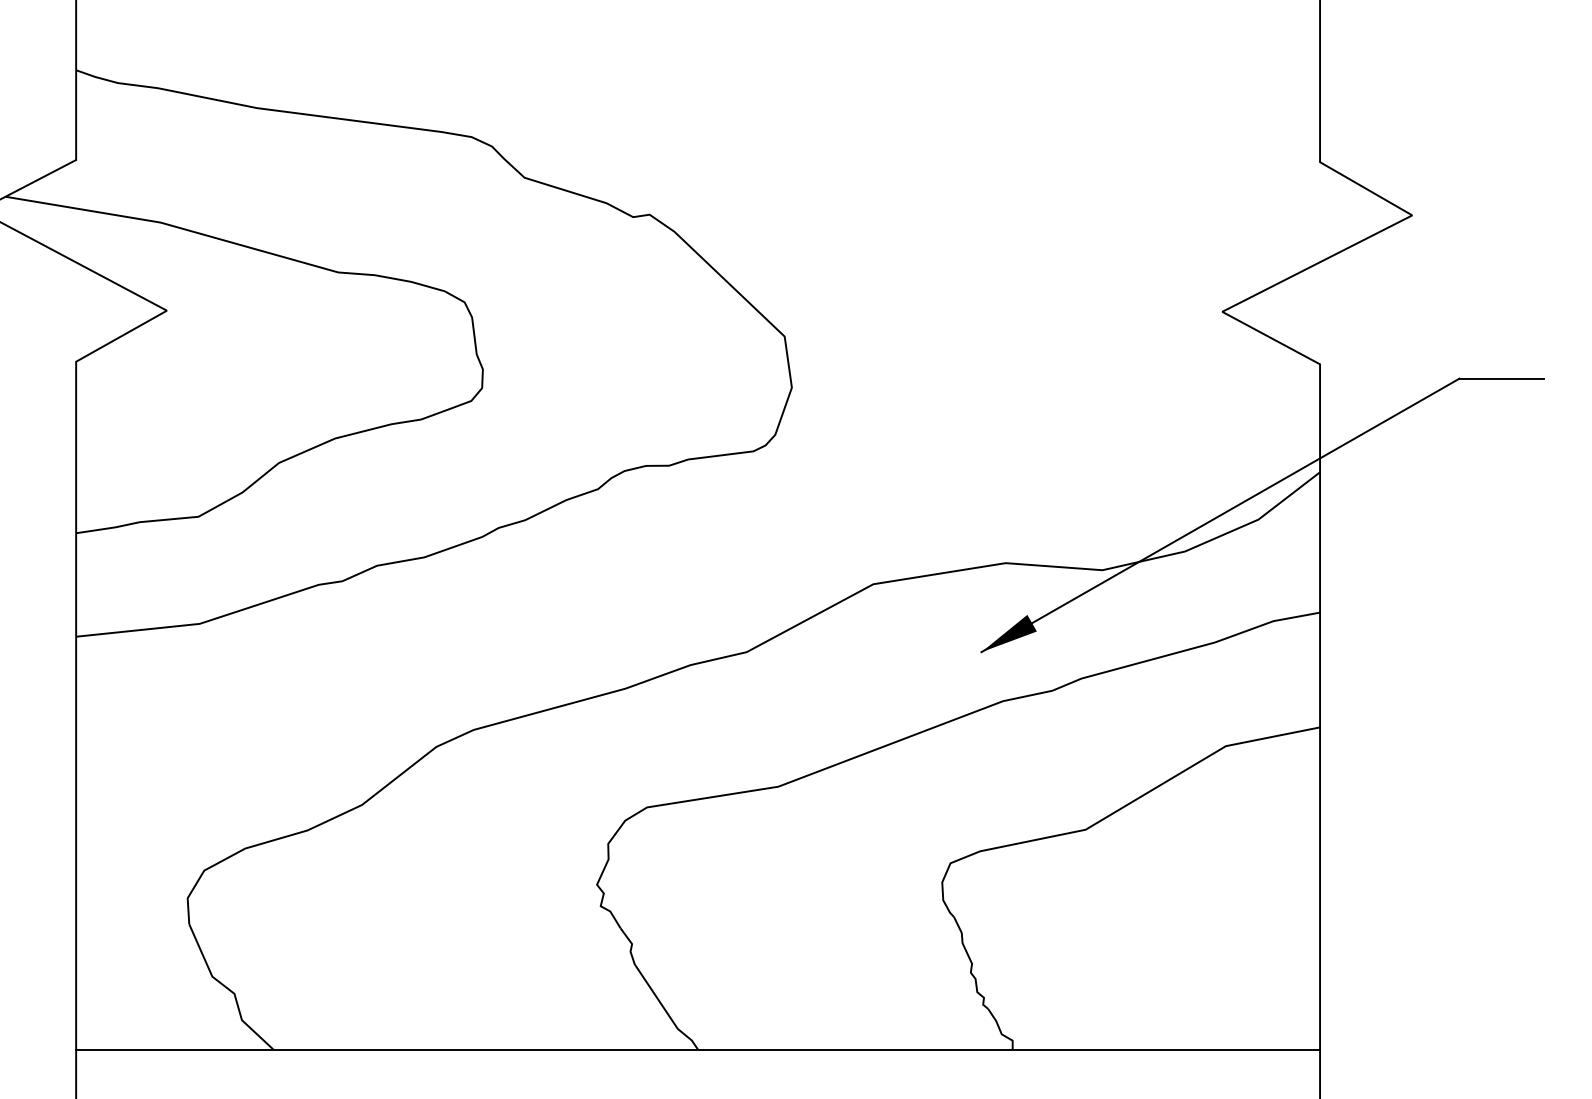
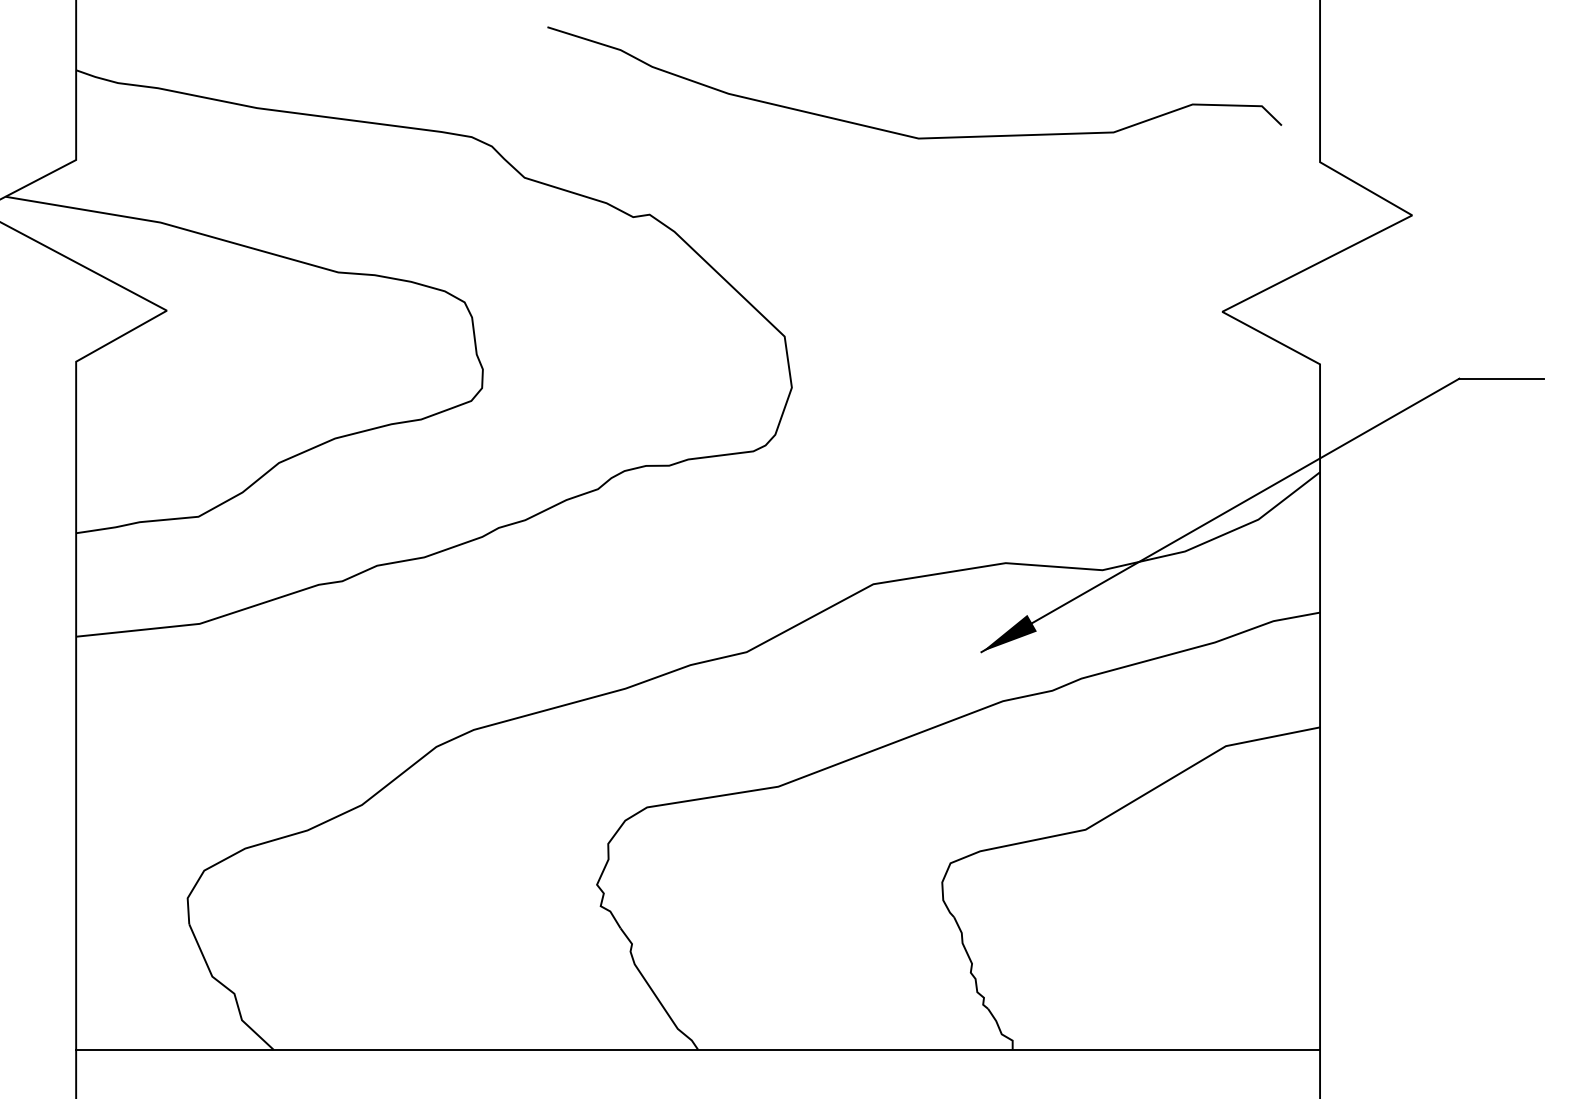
curve at (902, 133): none -> present
